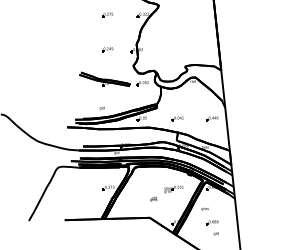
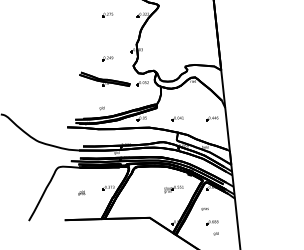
part at (107, 49) position: (107, 49) -> (107, 58)
text at (153, 198) position: (153, 198) -> (81, 192)
